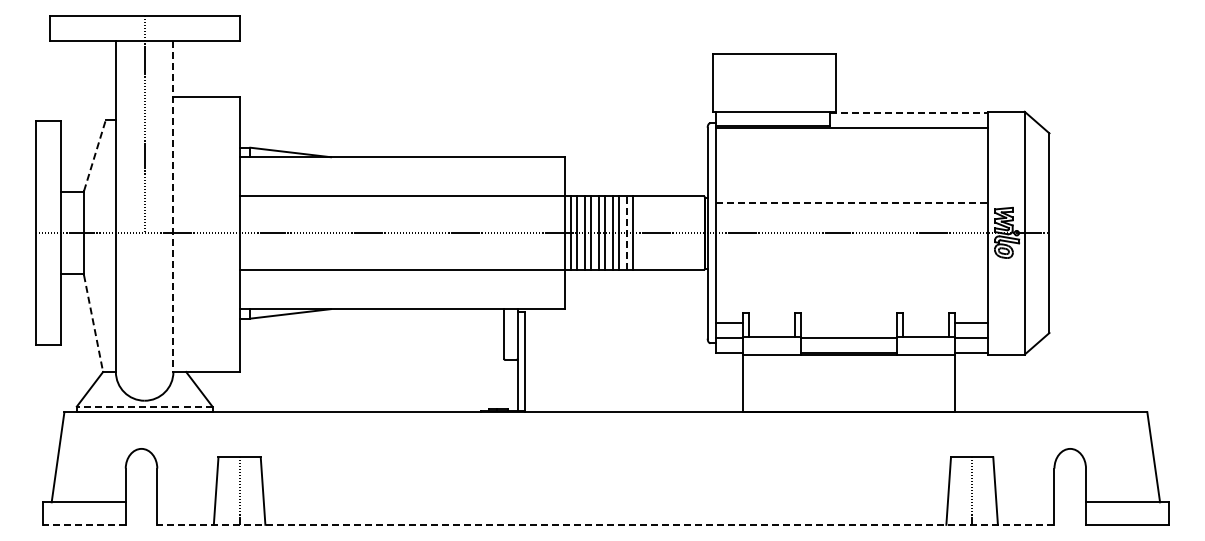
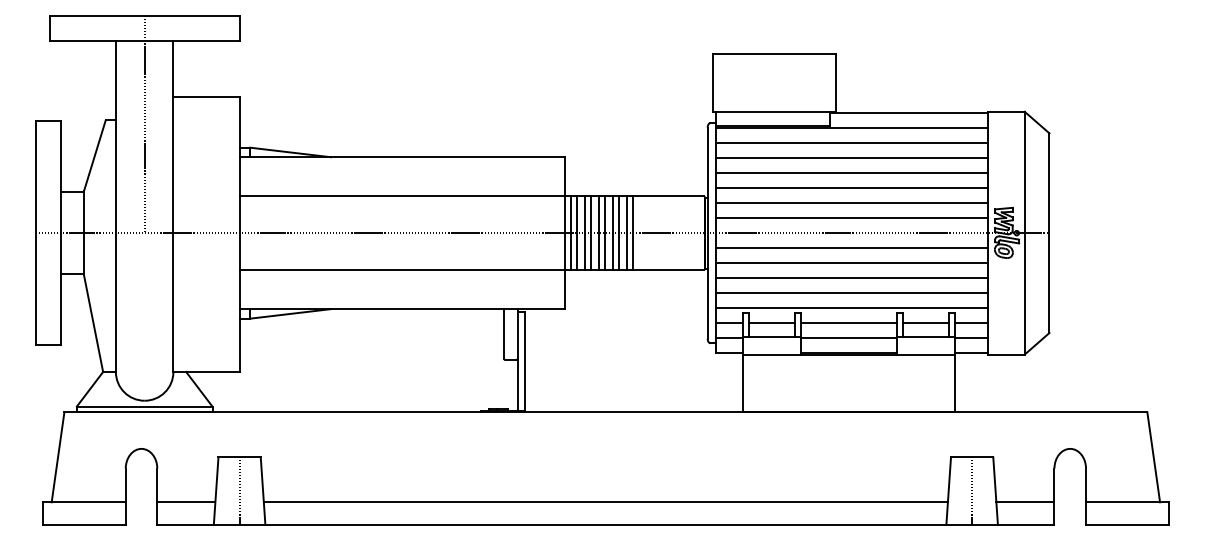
line at (909, 113): dashed -> solid
line at (851, 143): none -> present
line at (95, 155): dashed -> solid
line at (851, 158): none -> present
line at (851, 173): none -> present
line at (851, 188): none -> present
line at (851, 203): dashed -> solid
line at (173, 206): dashed -> solid
line at (851, 218): none -> present
line at (626, 233): dashed -> solid
line at (851, 248): none -> present
line at (851, 263): none -> present
line at (851, 278): none -> present
line at (851, 293): none -> present
line at (851, 308): none -> present
line at (771, 323): none -> present
line at (848, 323): none -> present
line at (925, 323): none -> present
line at (93, 324): dashed -> solid
line at (144, 406): dashed -> solid
line at (186, 502): none -> present
line at (605, 502): none -> present
line at (1025, 502): none -> present
line at (83, 524): dashed -> solid
line at (605, 524): dashed -> solid
